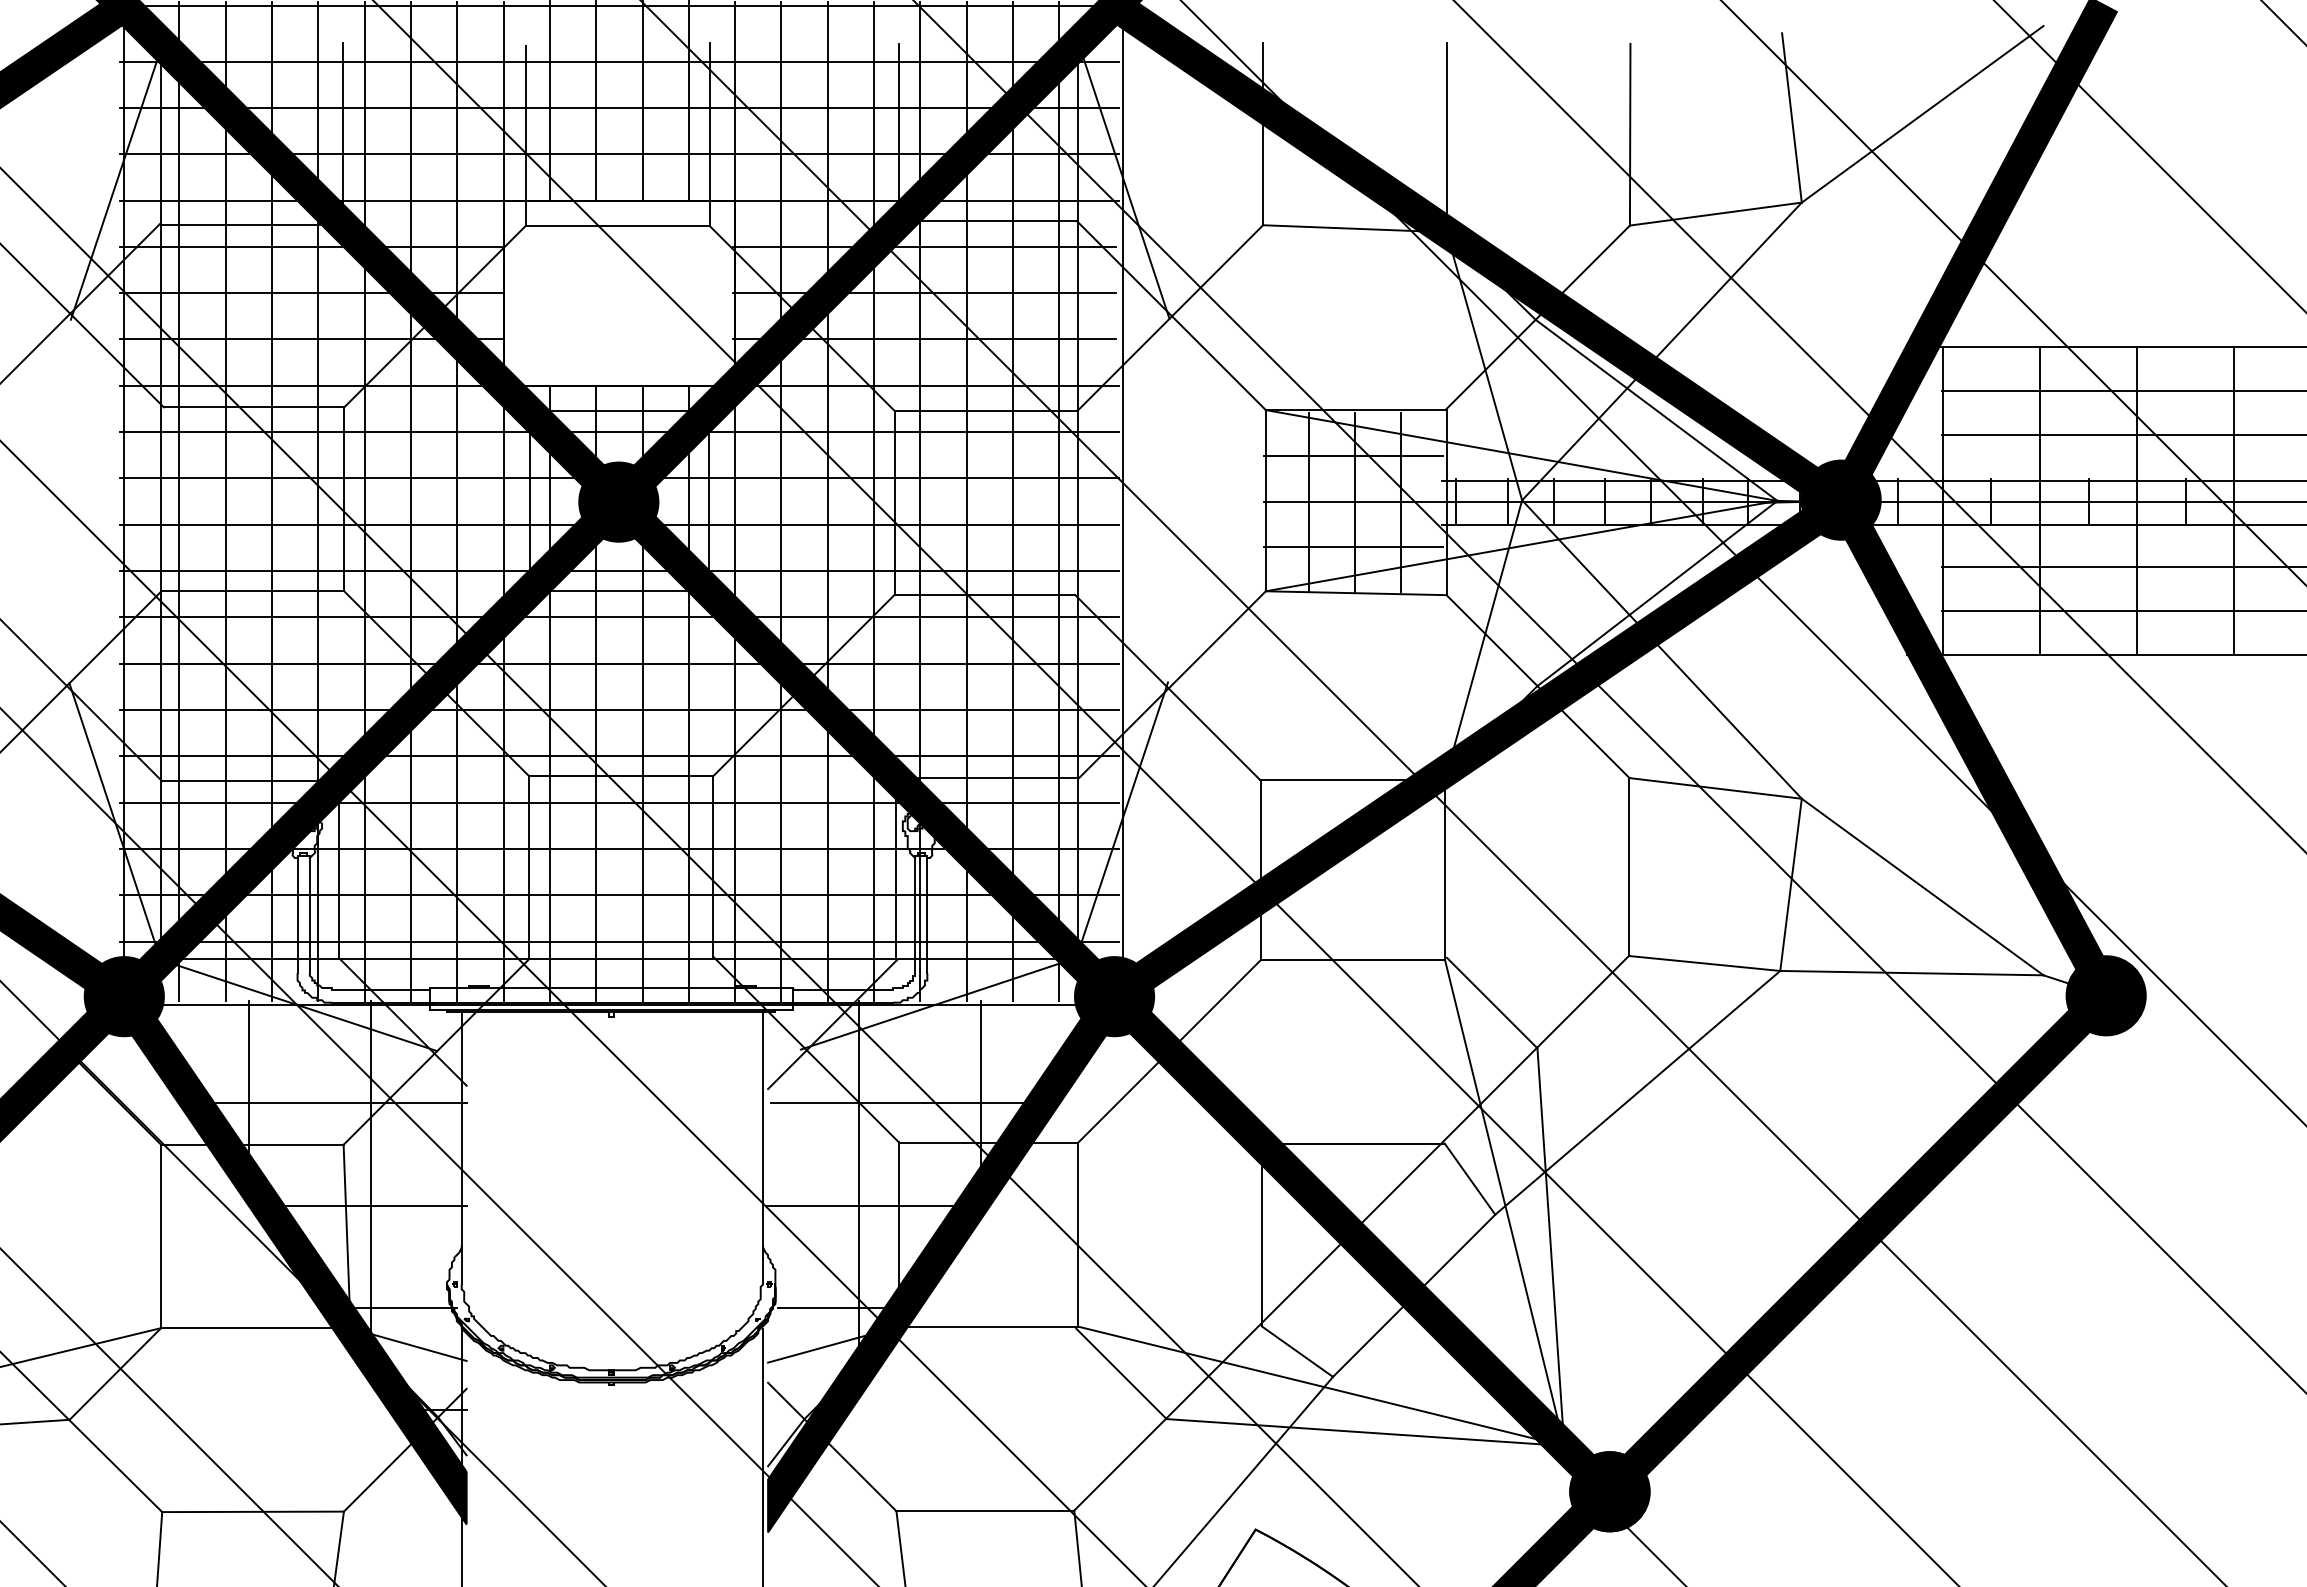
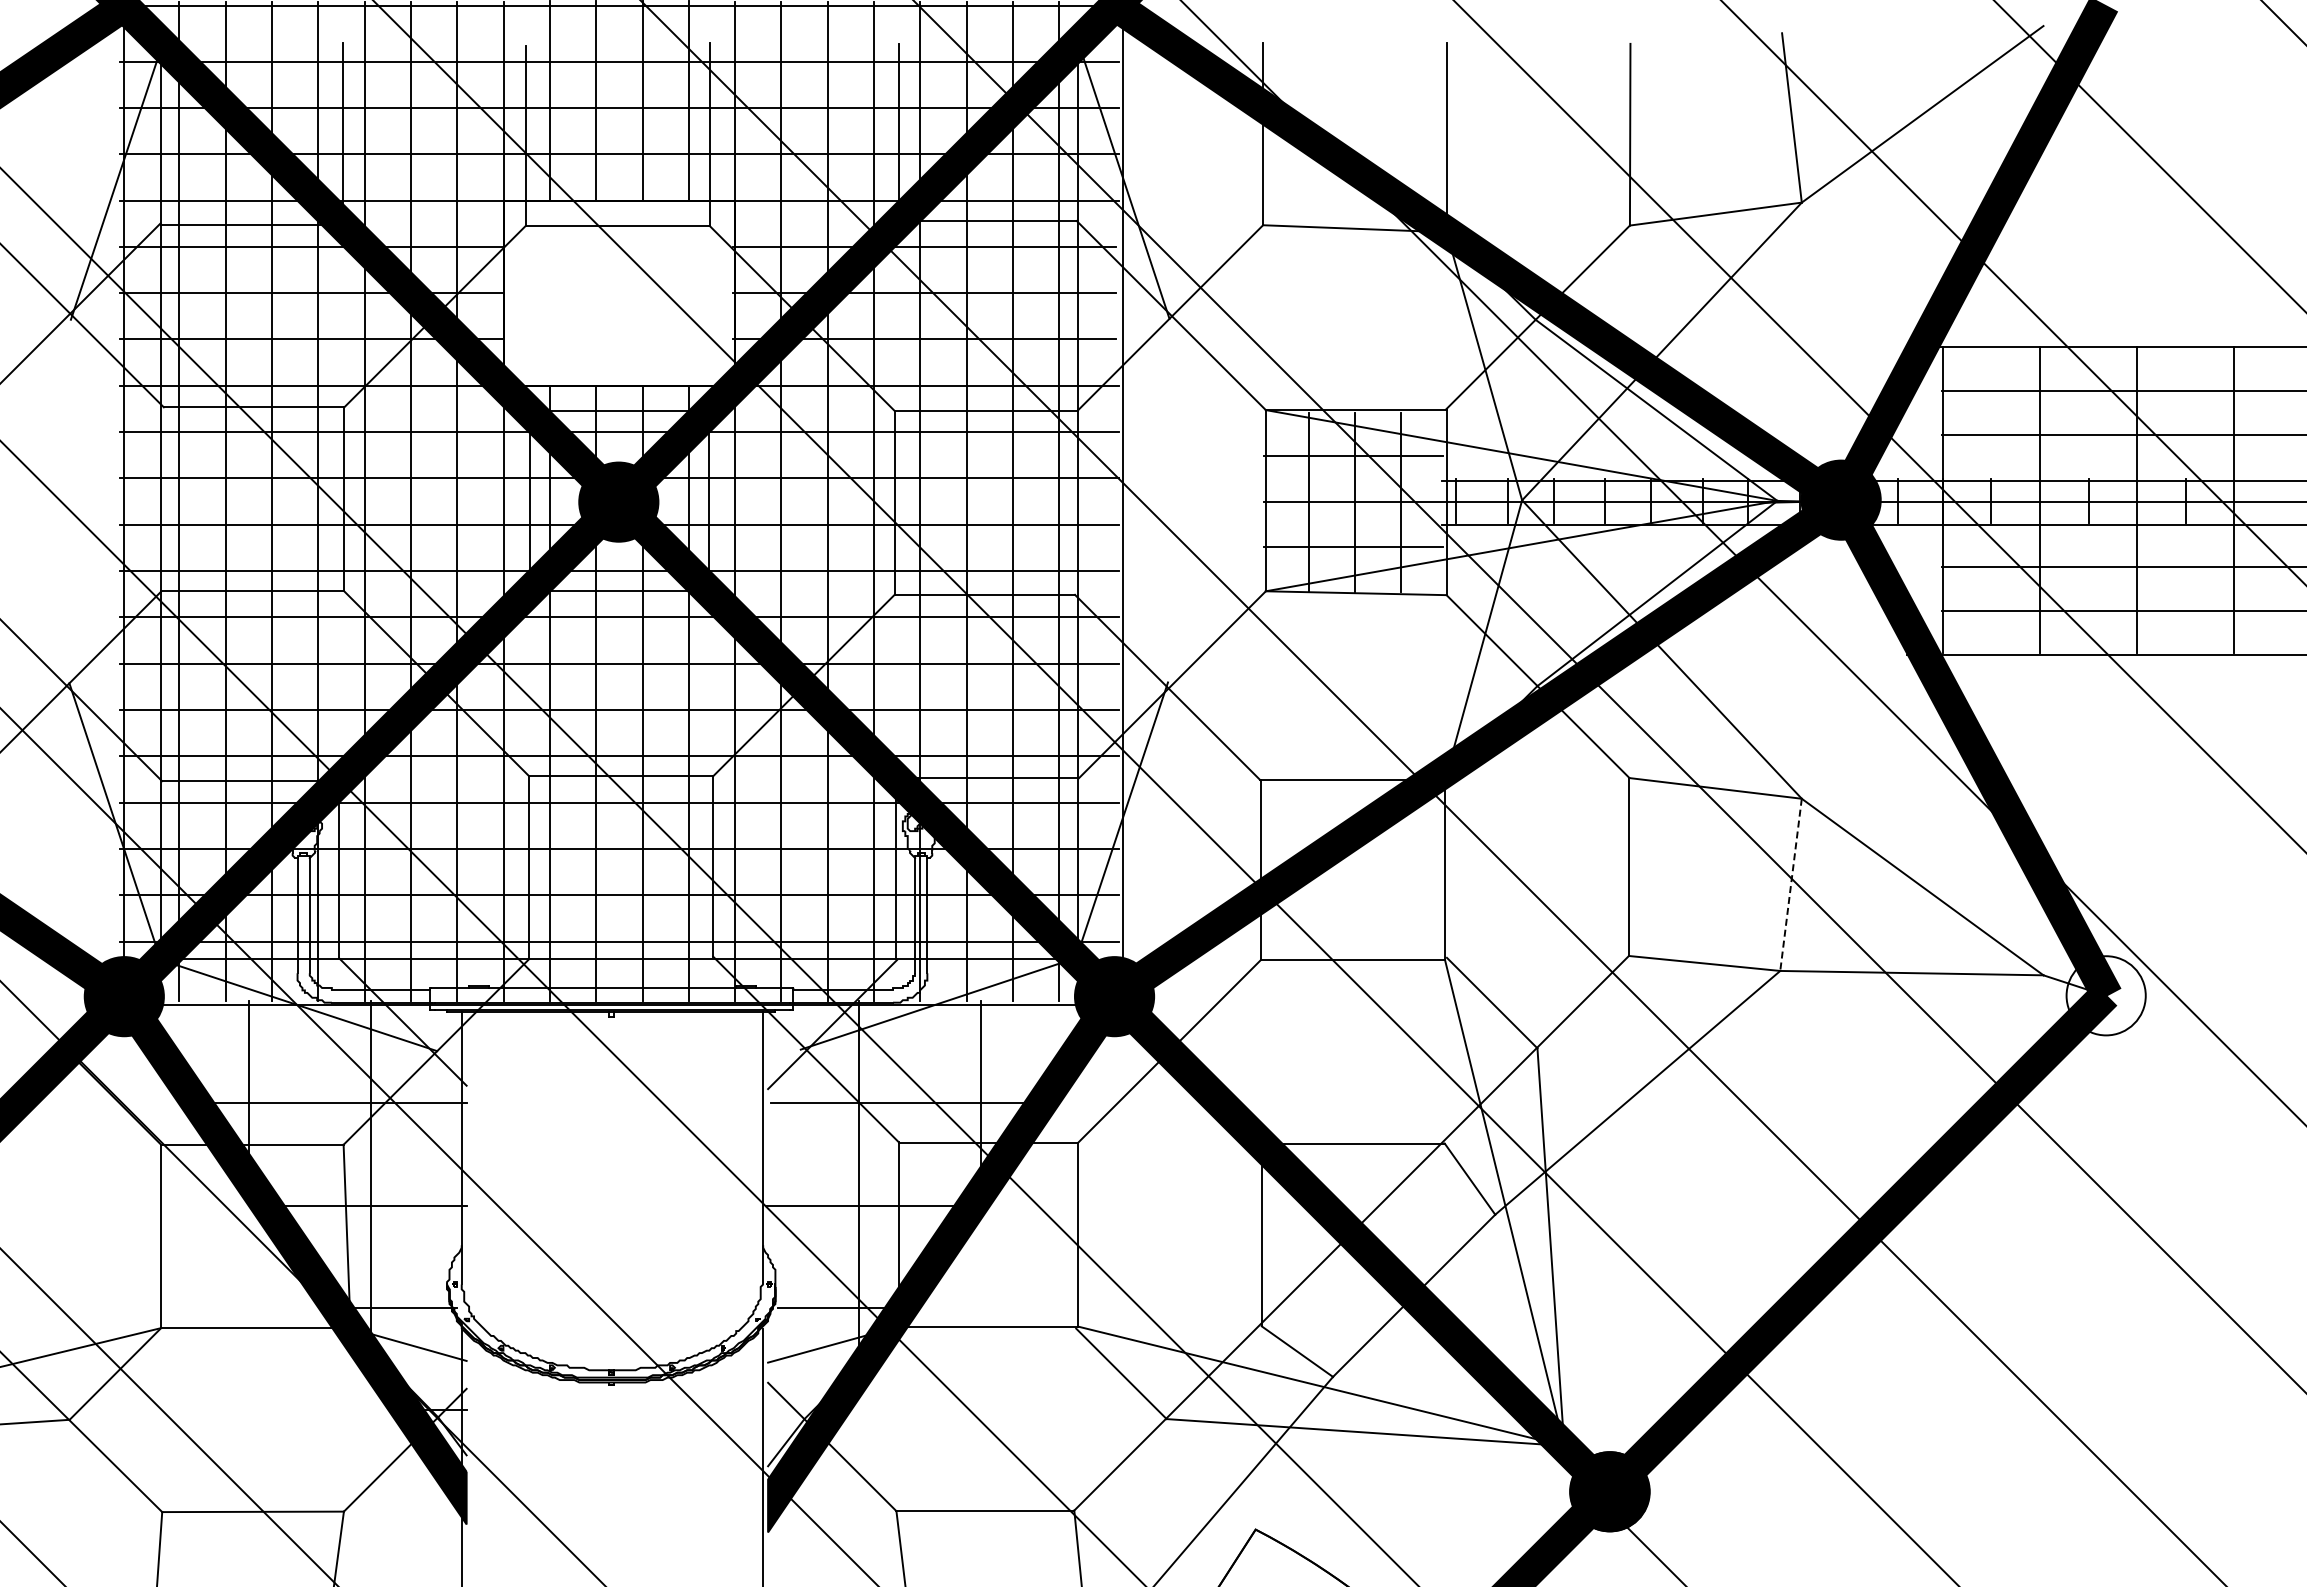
line at (1791, 884): solid -> dashed
fill at (2105, 995): present -> none
